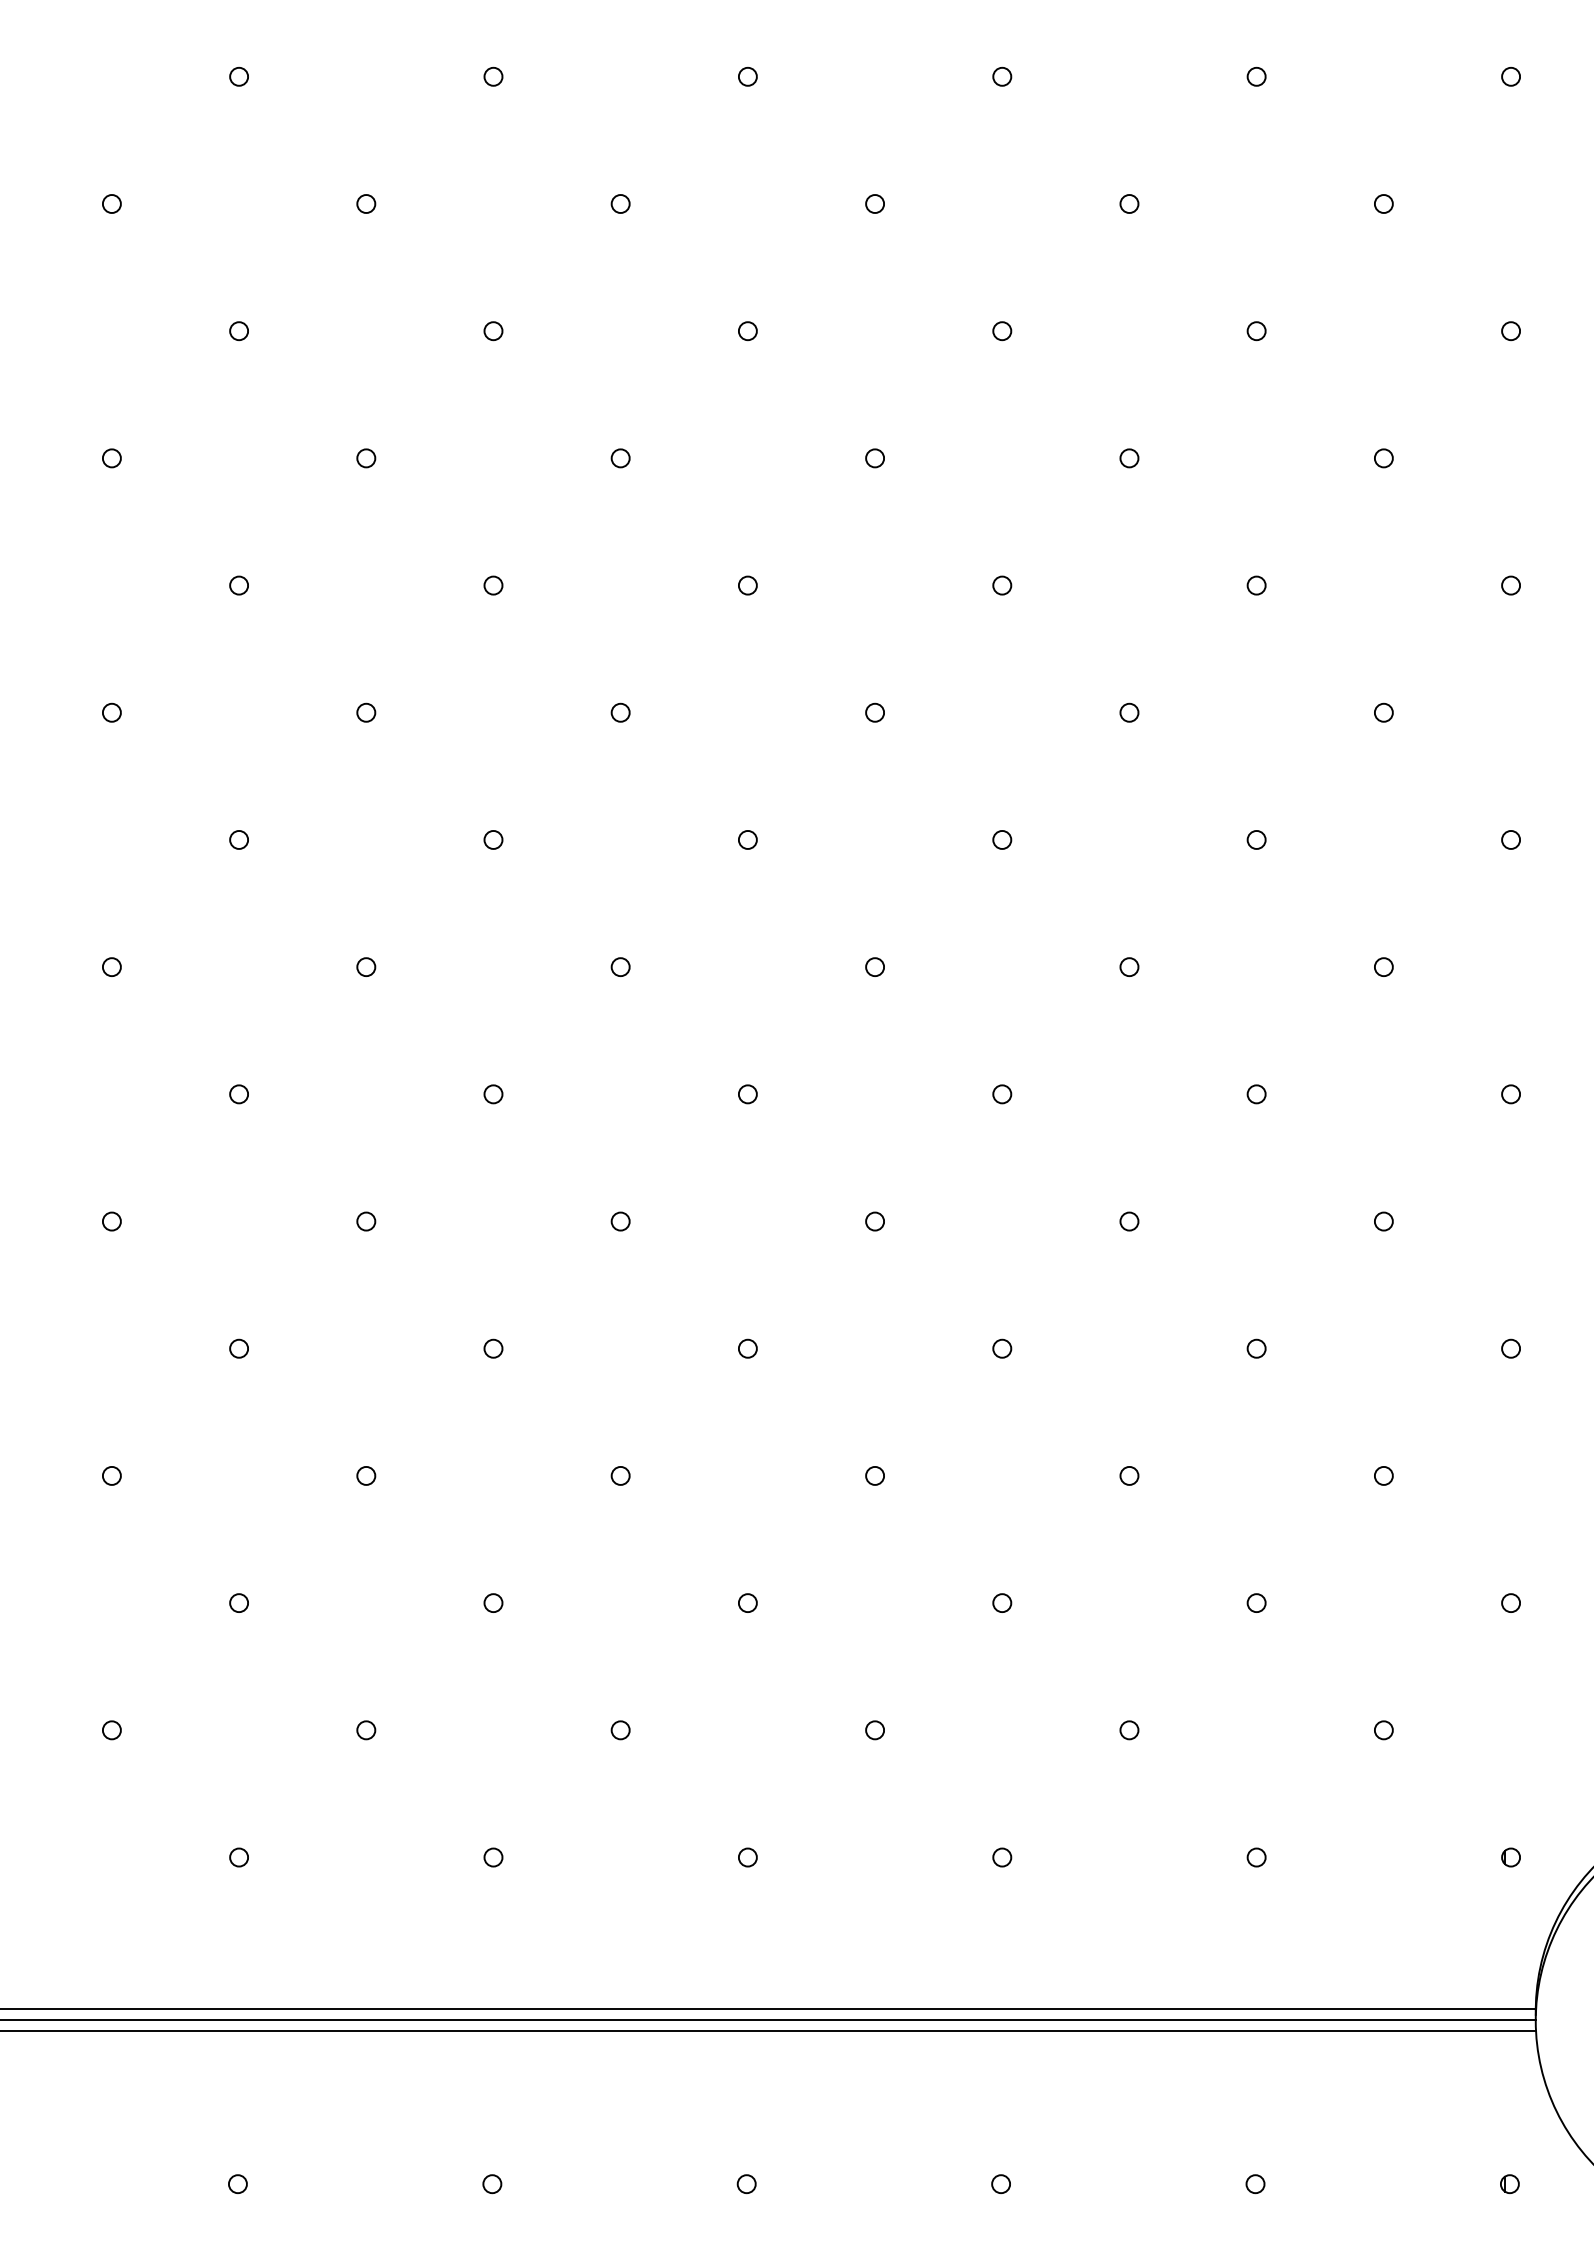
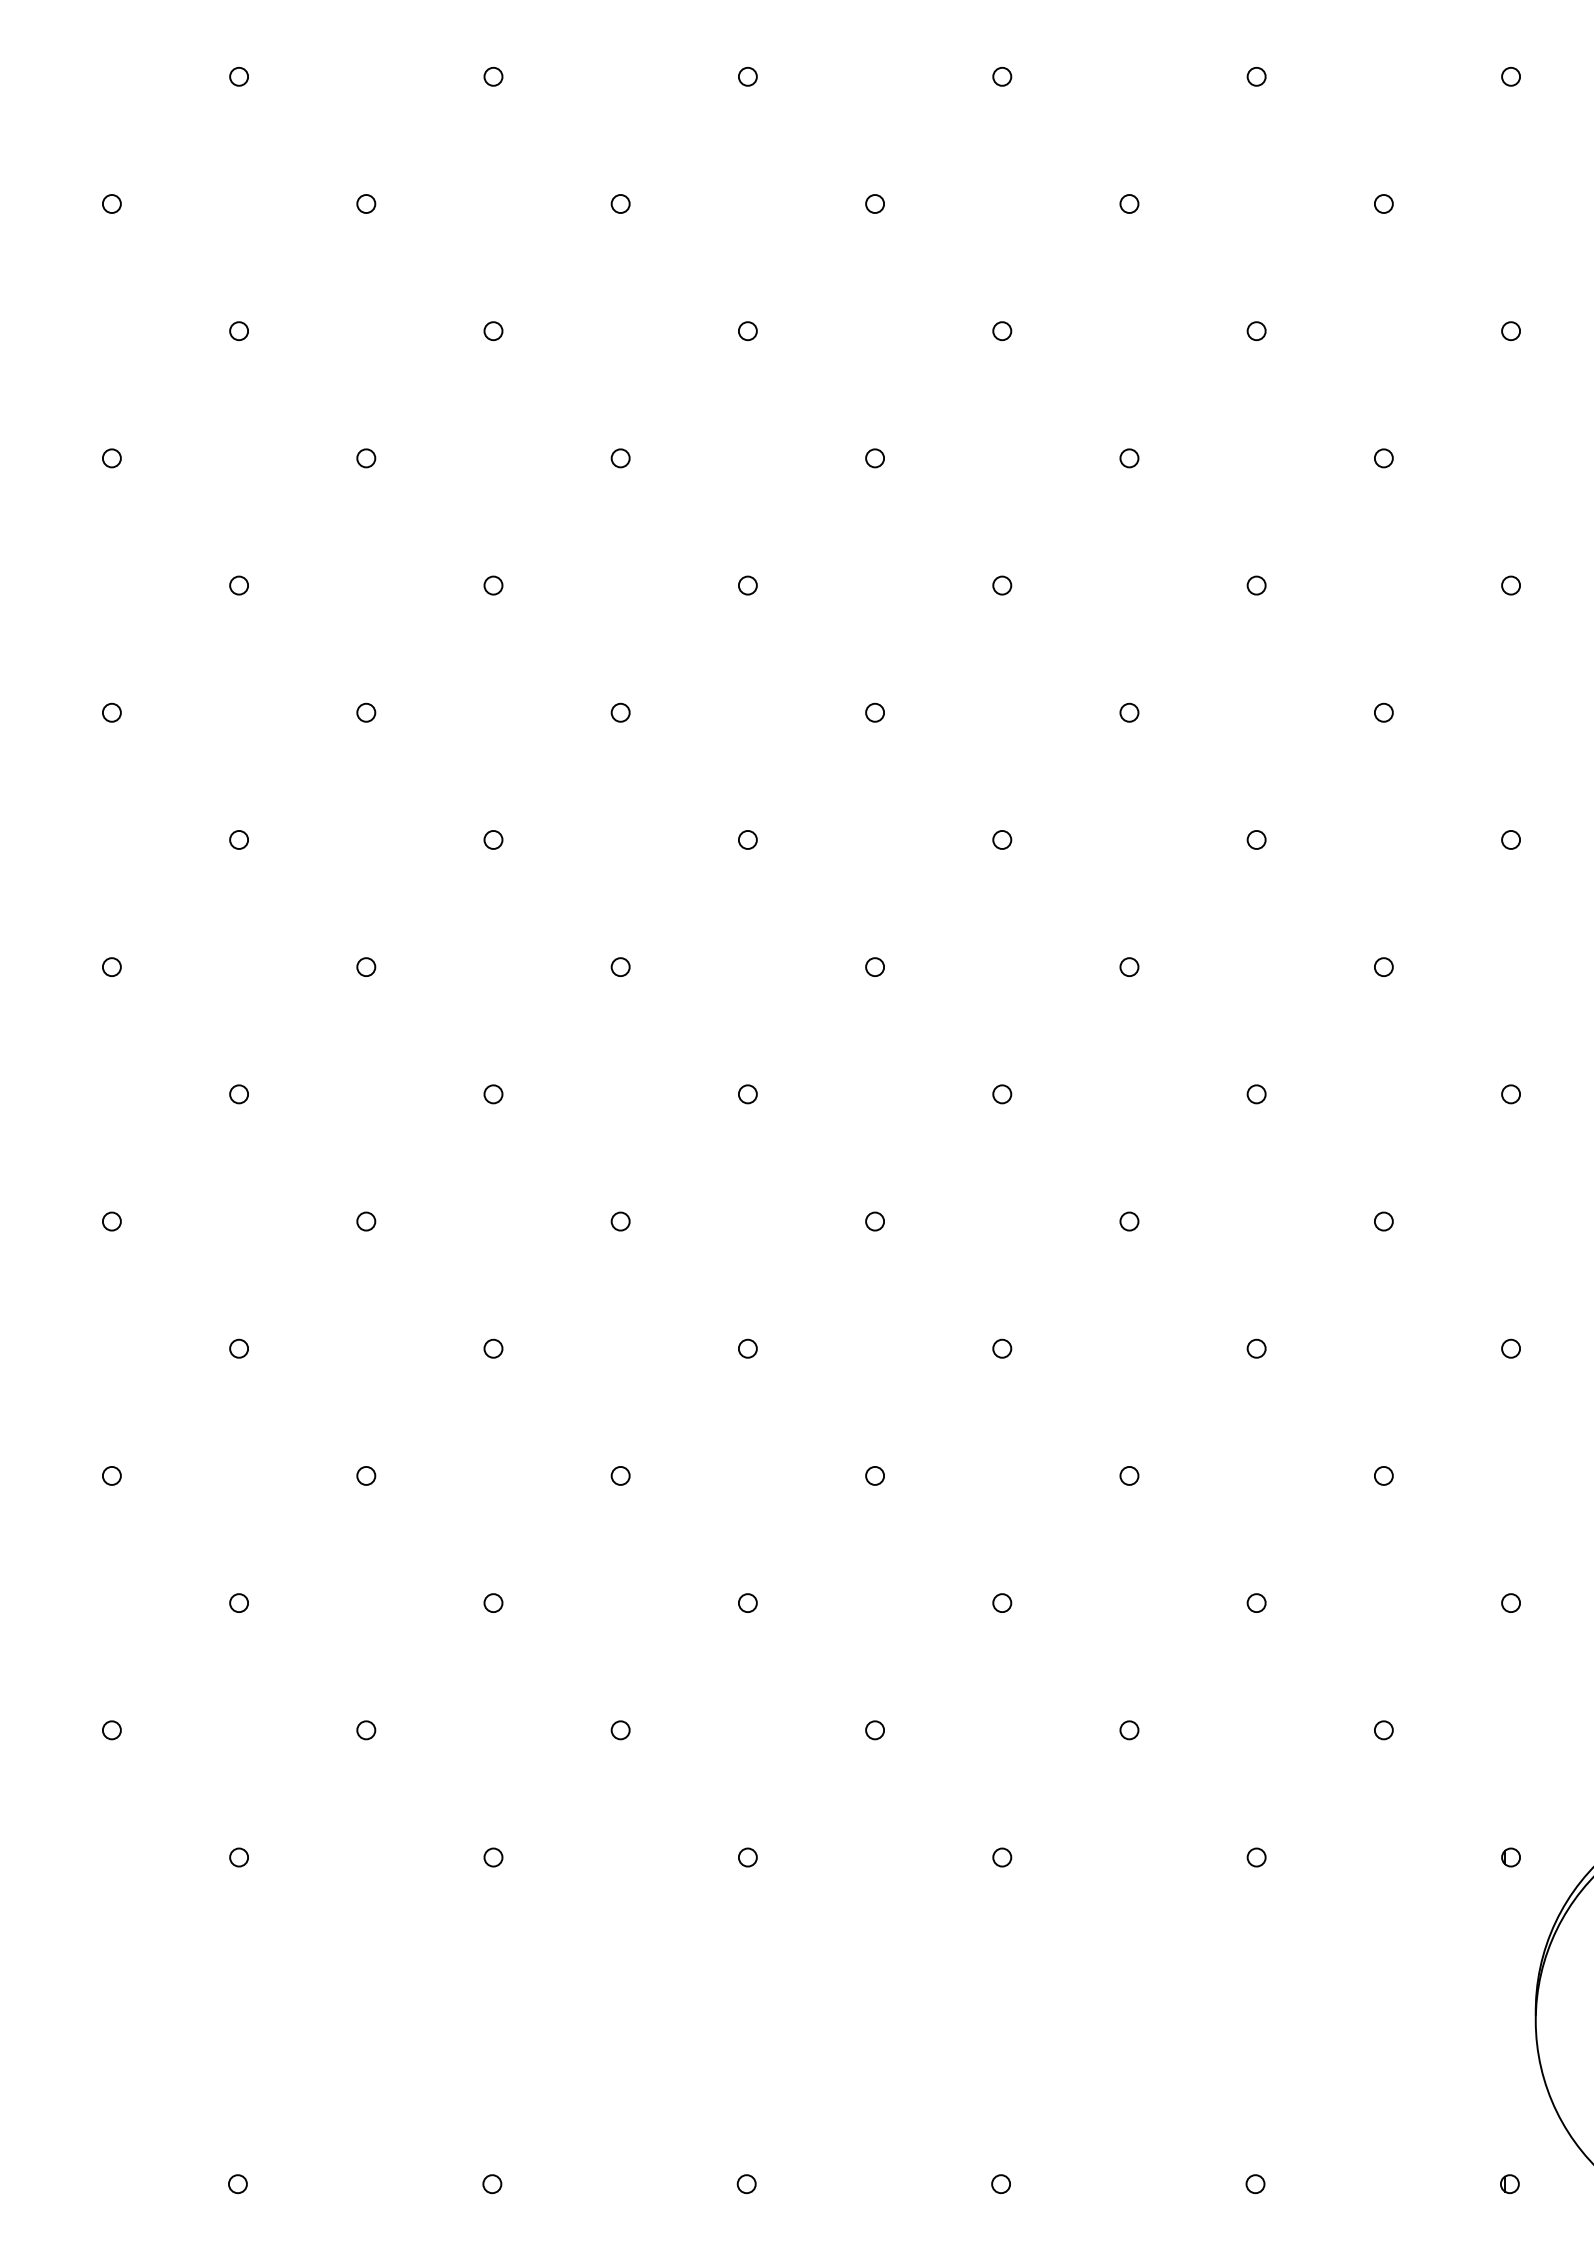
line at (768, 2008): present -> none
line at (768, 2019): present -> none
line at (768, 2030): present -> none
